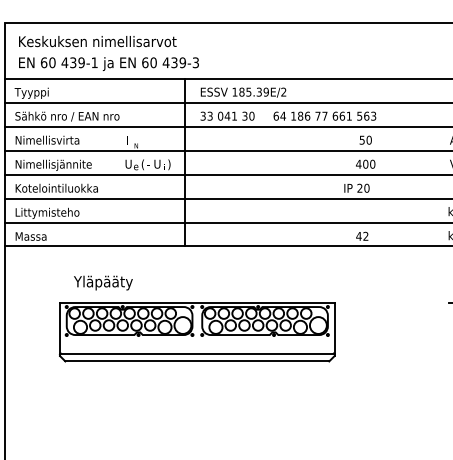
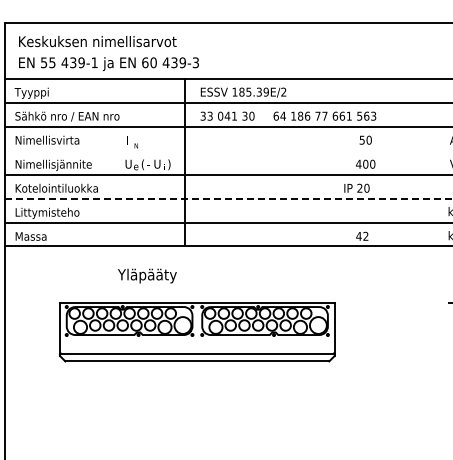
text at (48, 62): 60 -> 55
line at (226, 150): present -> none
line at (228, 198): solid -> dashed
text at (103, 282) position: (103, 282) -> (147, 275)
